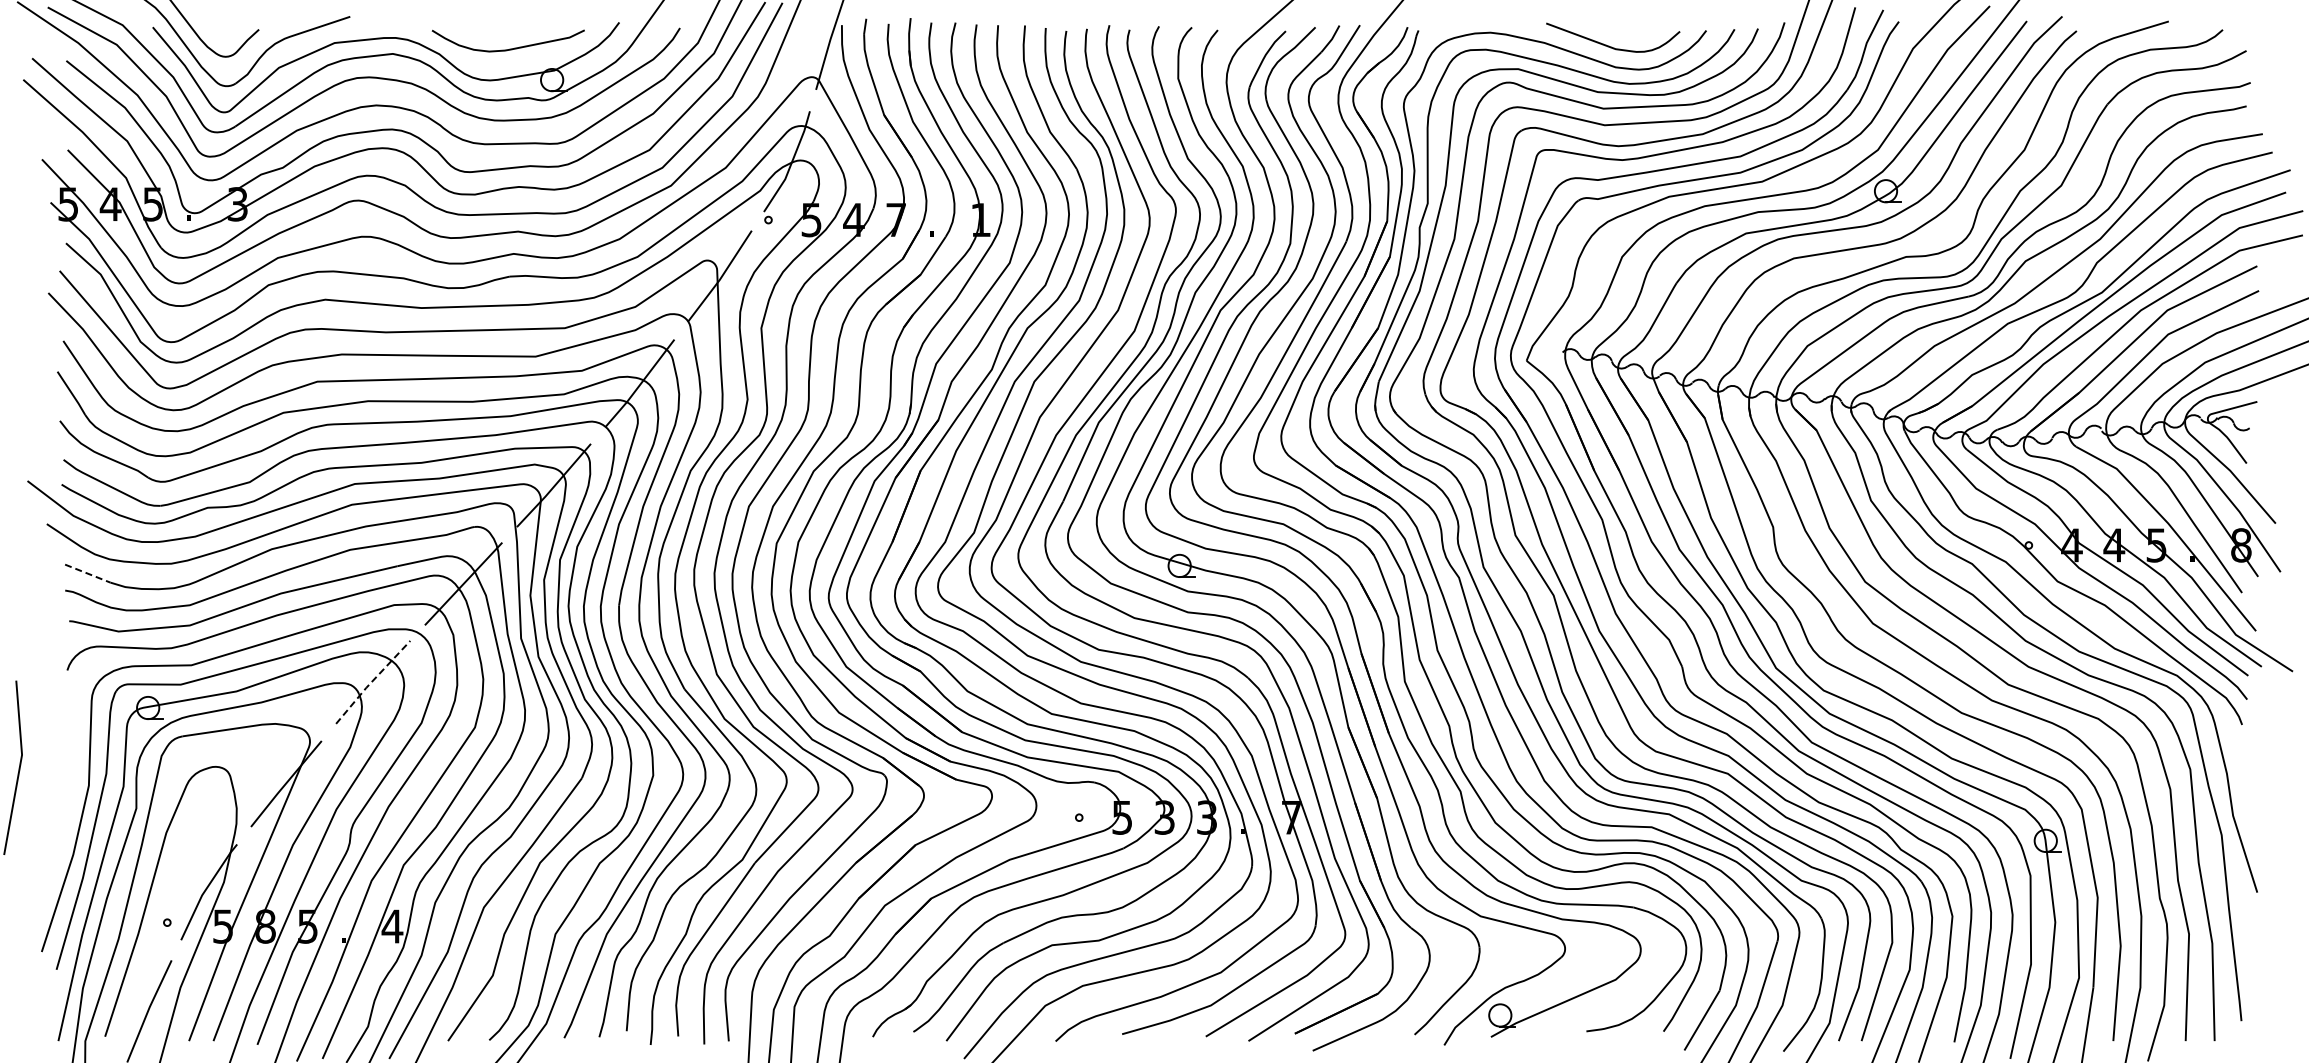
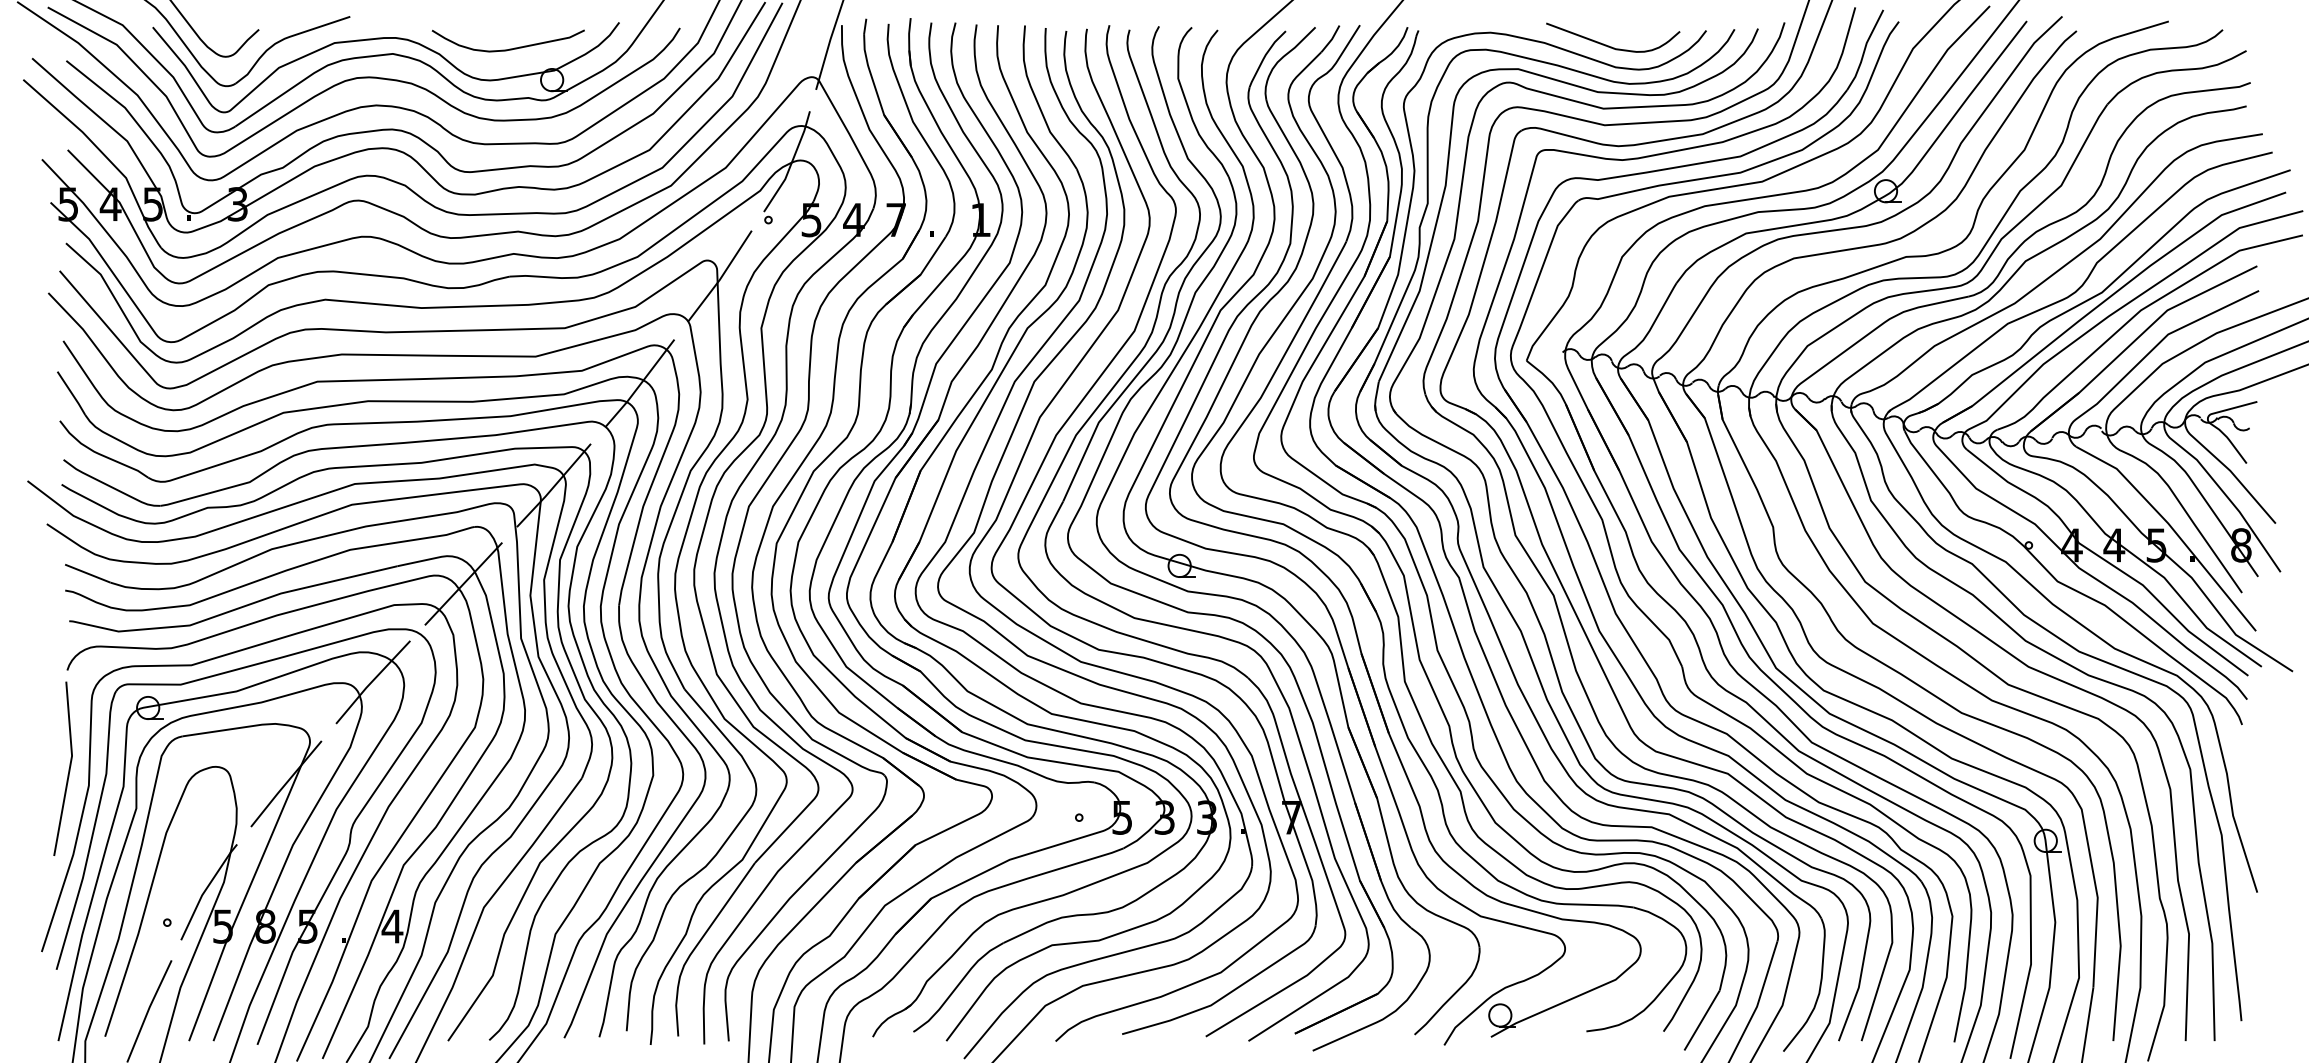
line at (88, 573): dashed -> solid
line at (372, 681): dashed -> solid
line at (18, 767) position: (18, 767) -> (68, 768)
